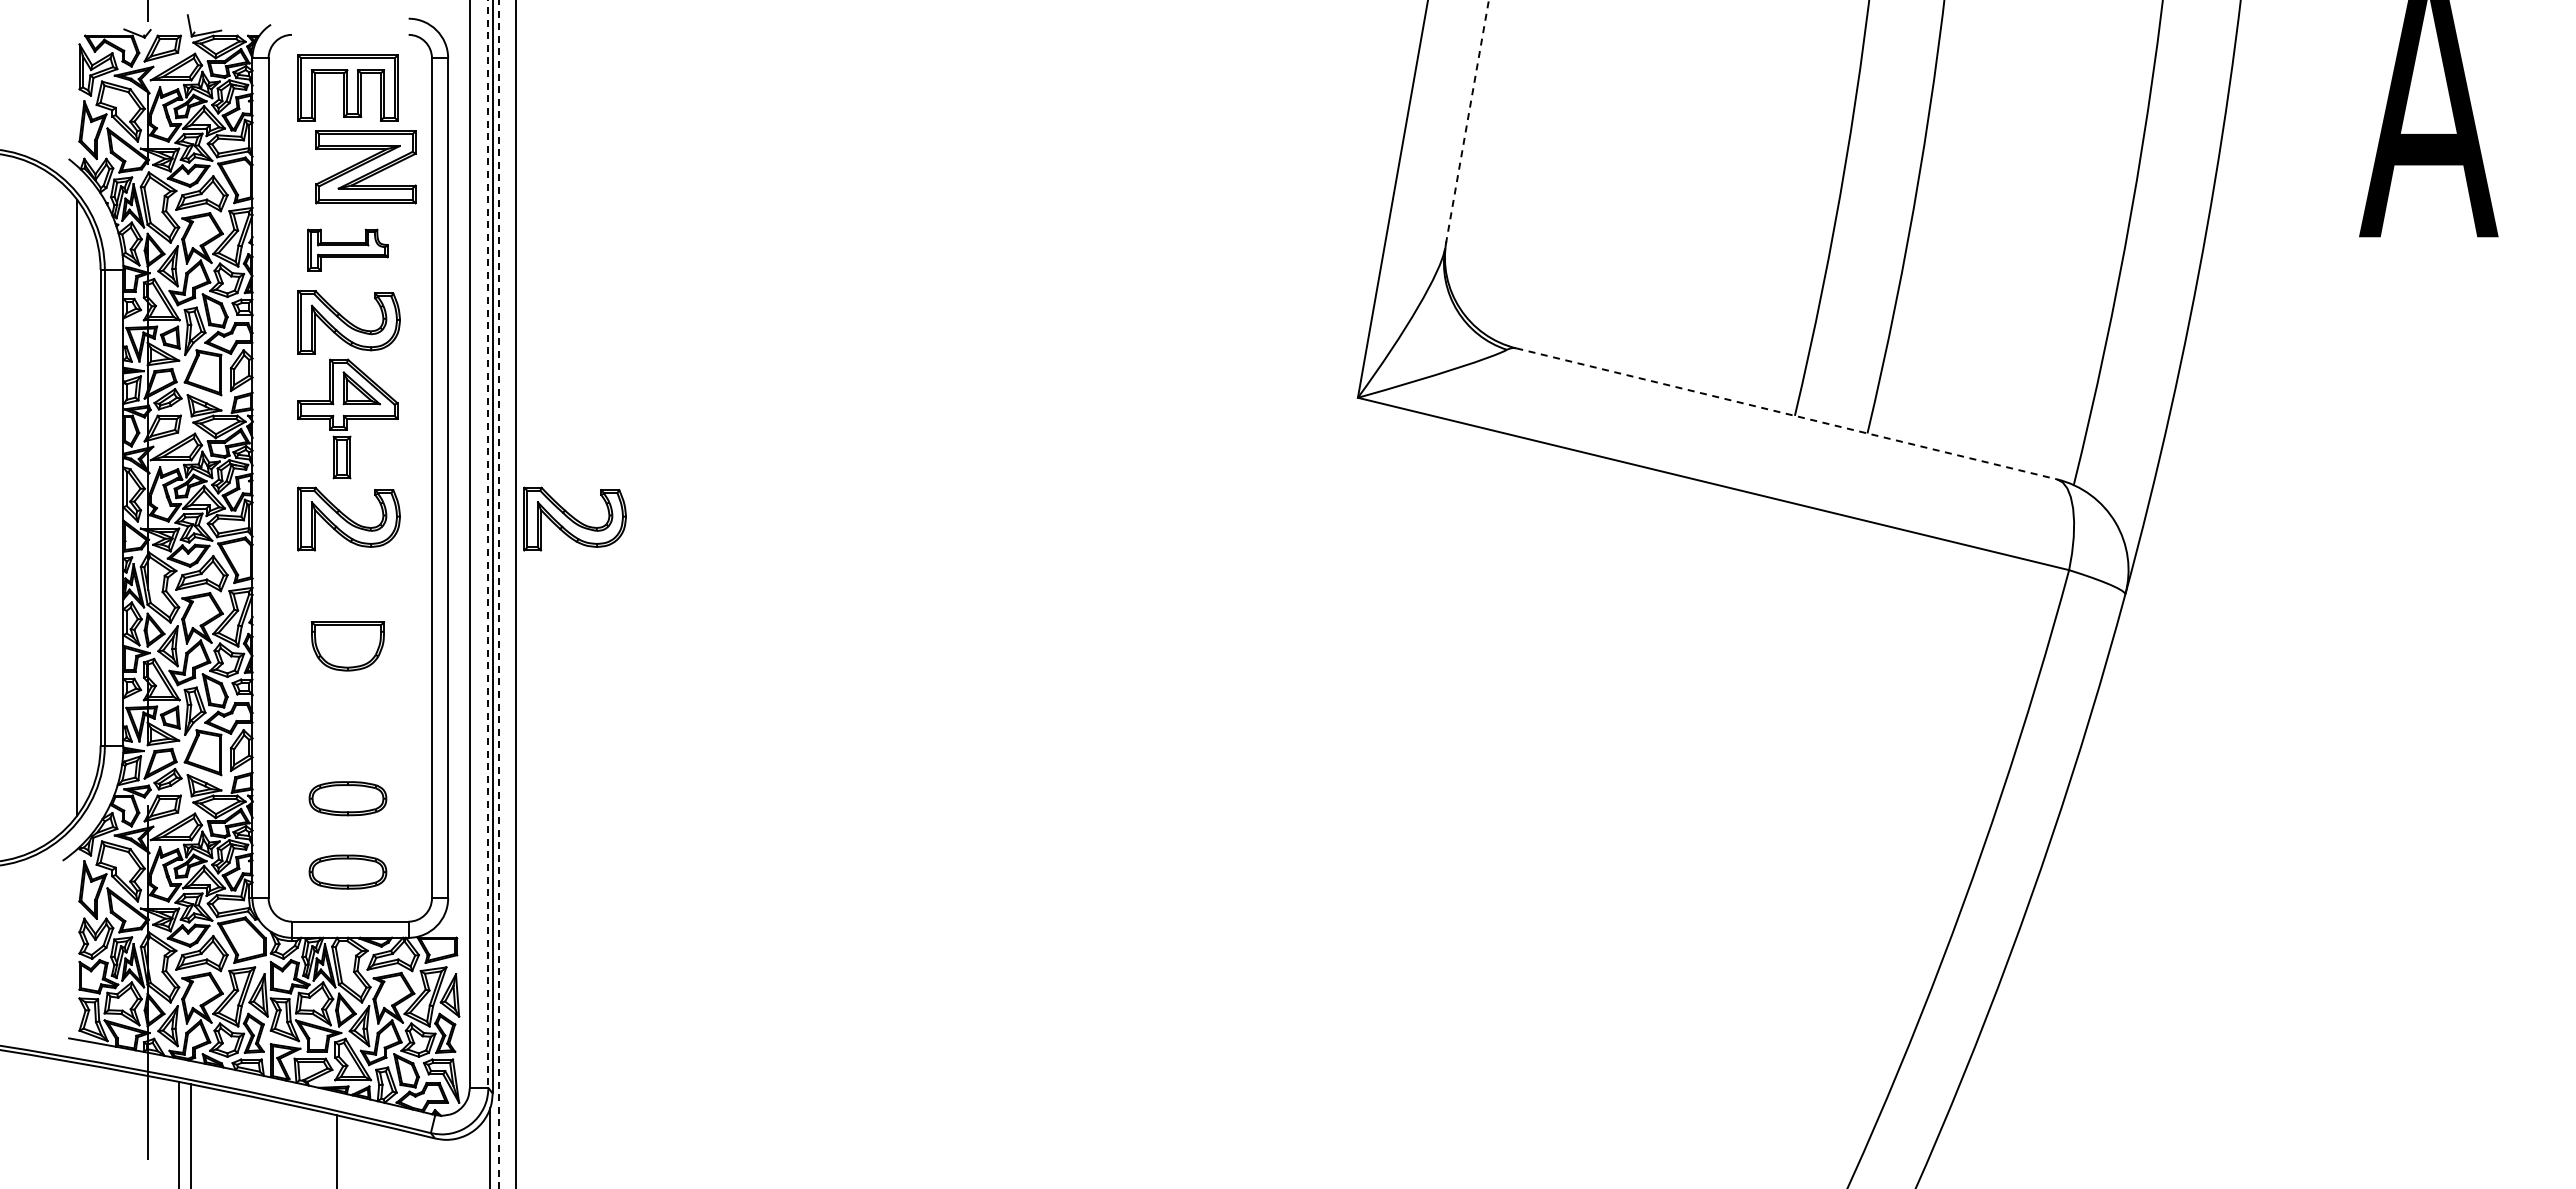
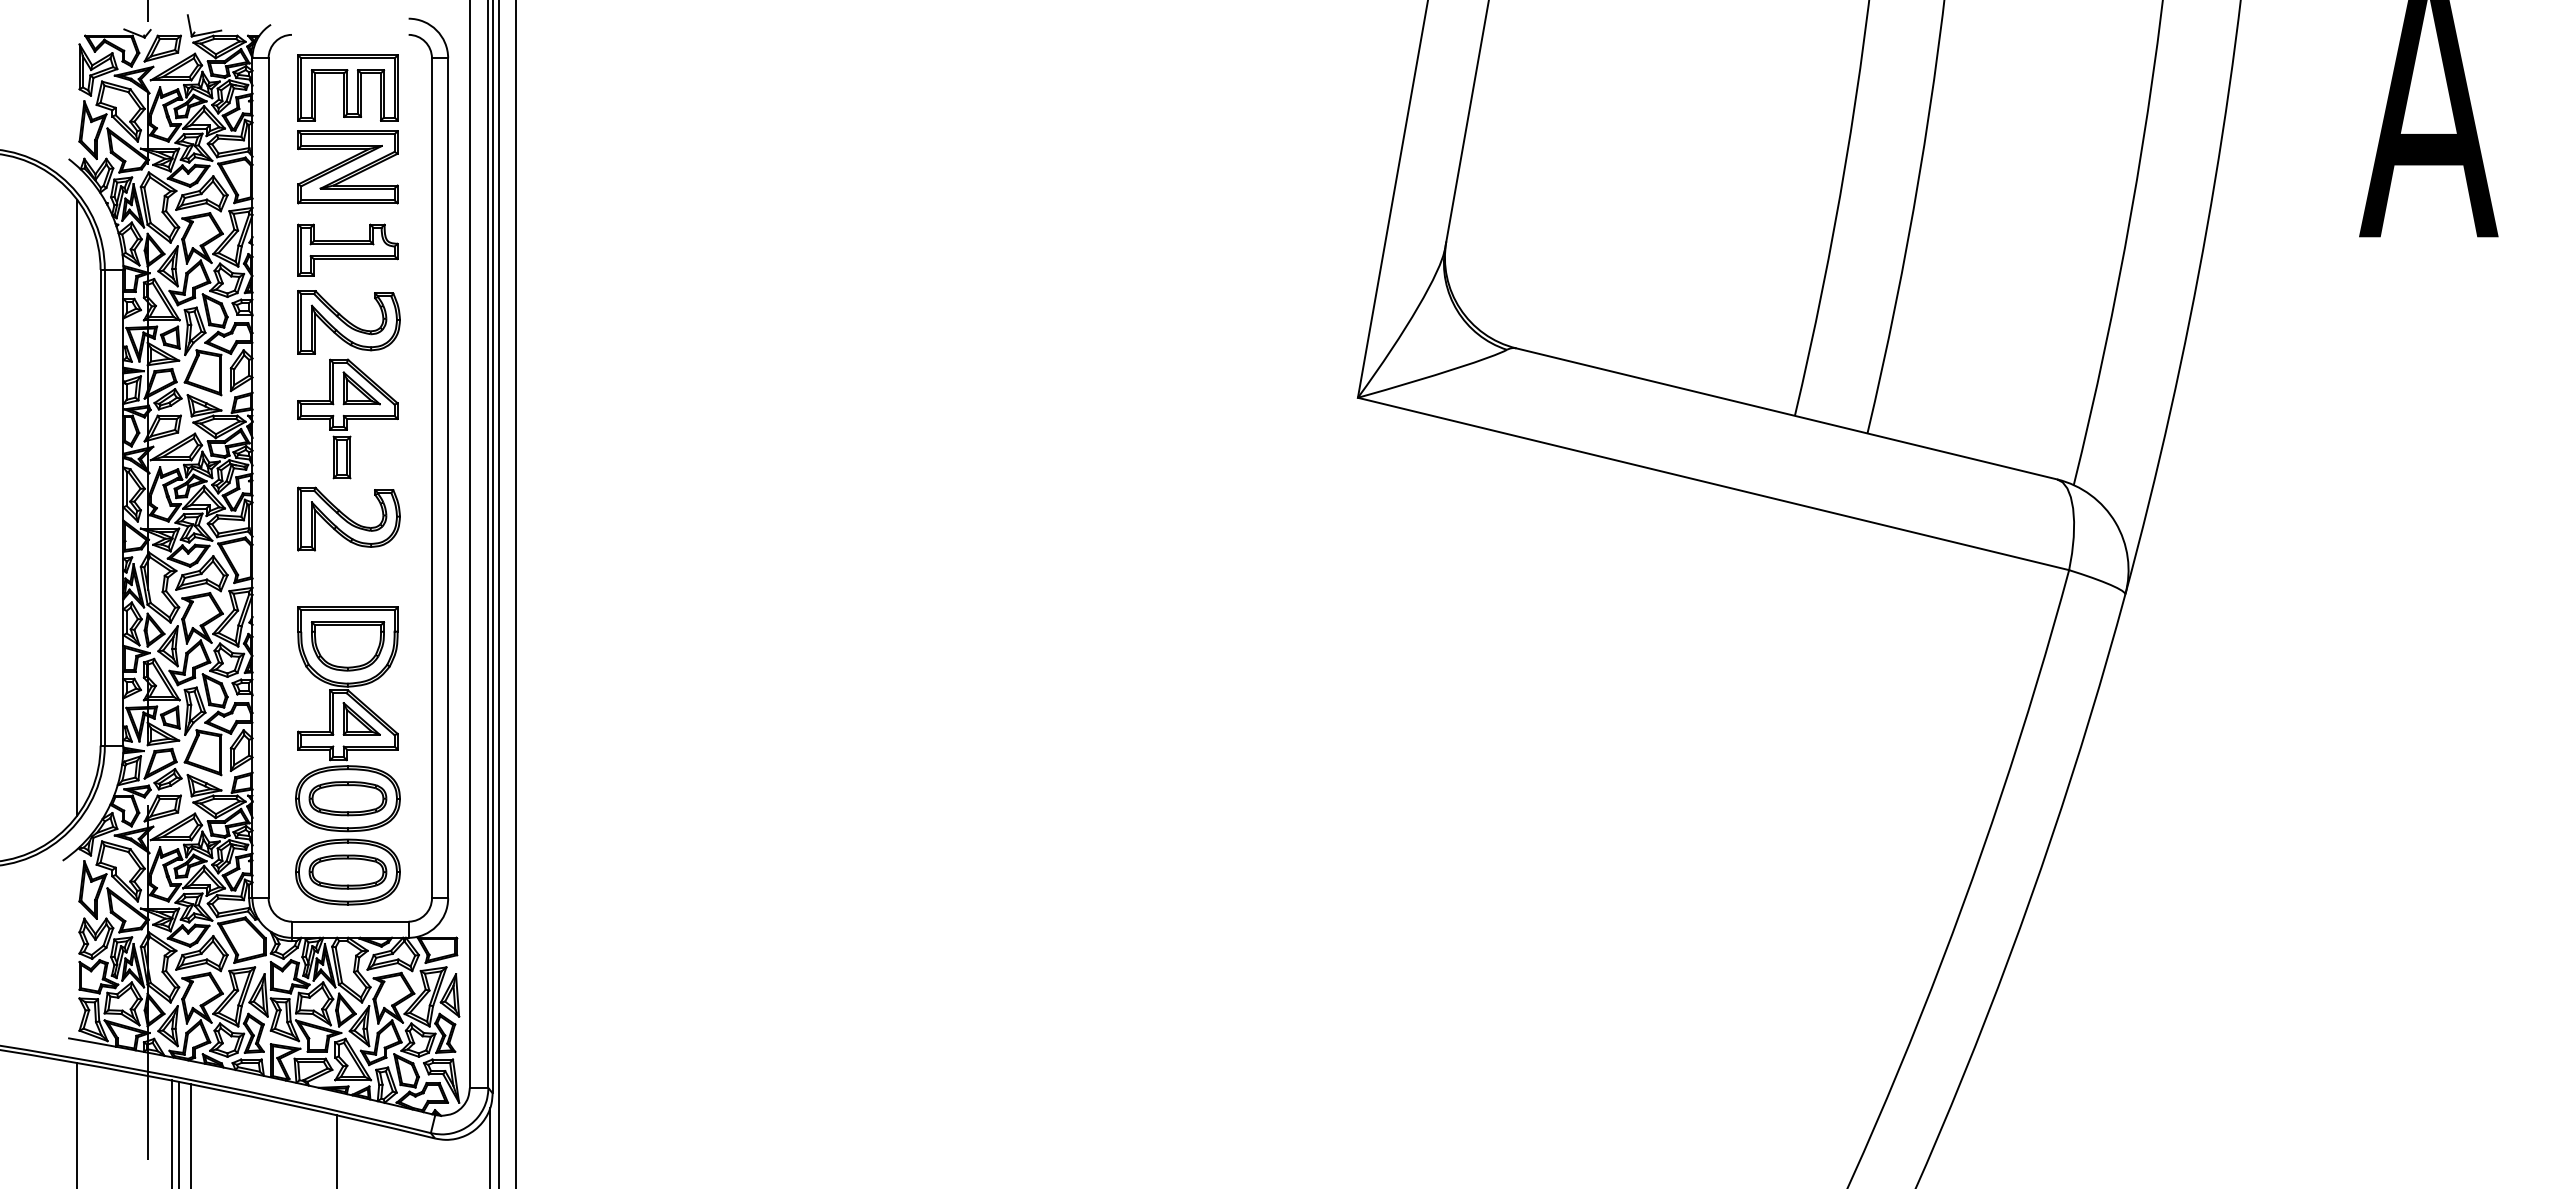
line at (1466, 124): dashed -> solid
part at (365, 167) position: (365, 167) -> (347, 167)
part at (347, 249) size: 82x44 px -> 102x54 px
line at (1787, 414): dashed -> solid
part at (574, 518): present -> none
line at (488, 544): dashed -> solid
line at (499, 594): dashed -> solid
part at (347, 755): none -> present
line at (77, 1123): none -> present
line at (171, 1132): none -> present
